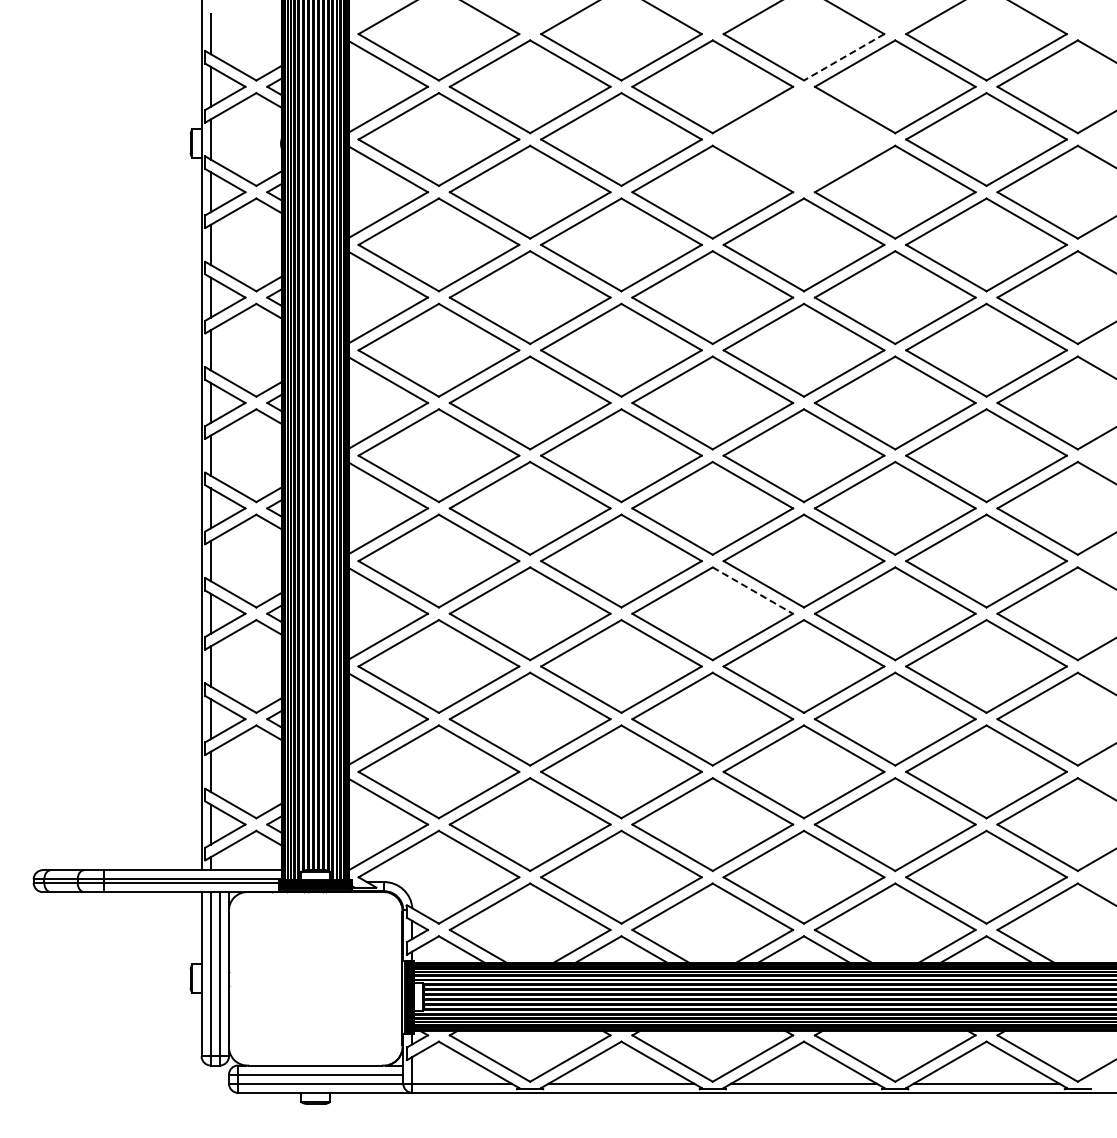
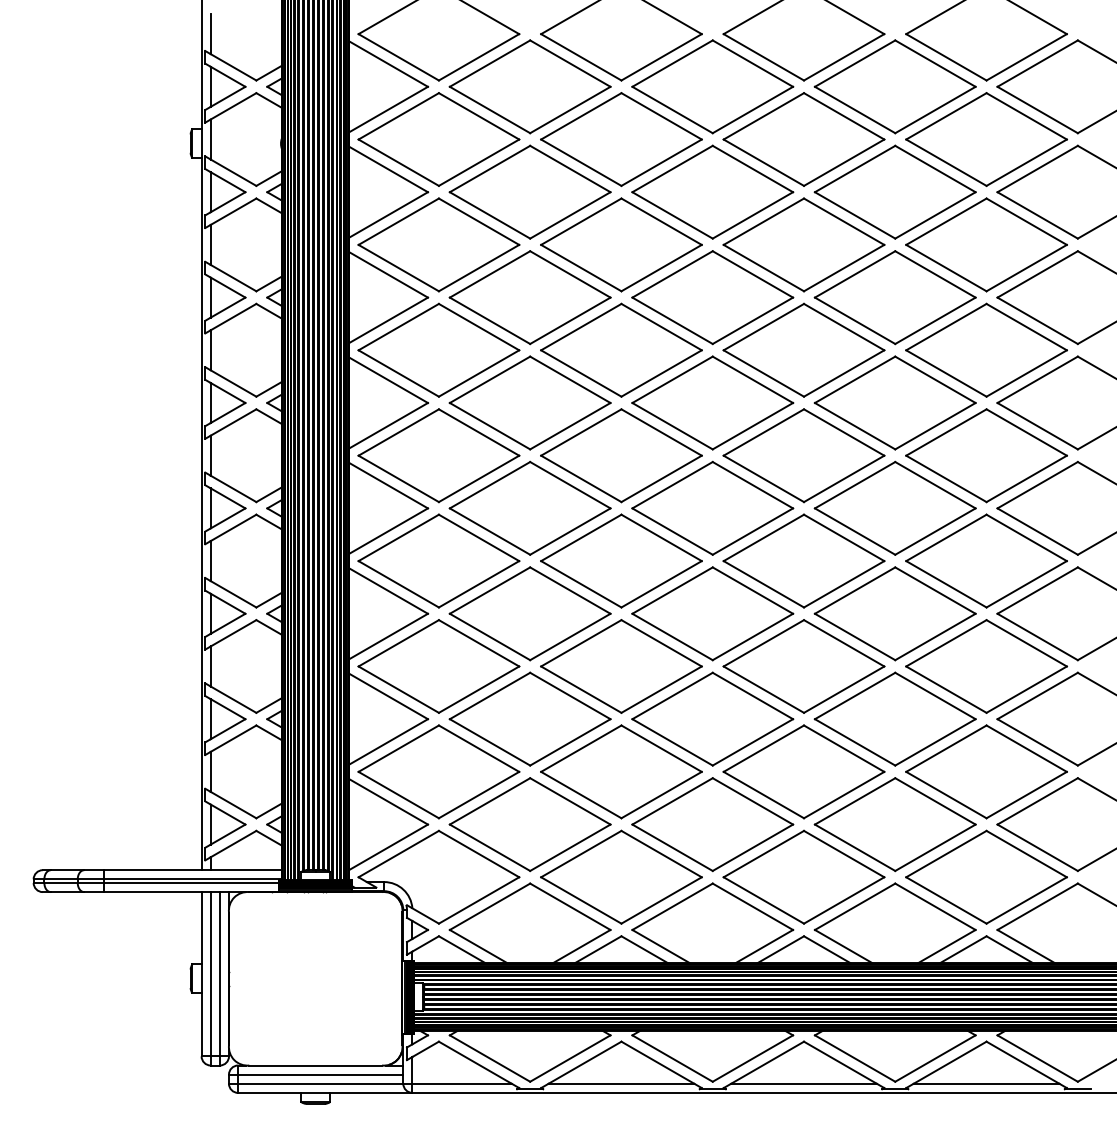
line at (843, 57): dashed -> solid
part at (803, 139): none -> present
line at (753, 590): dashed -> solid
